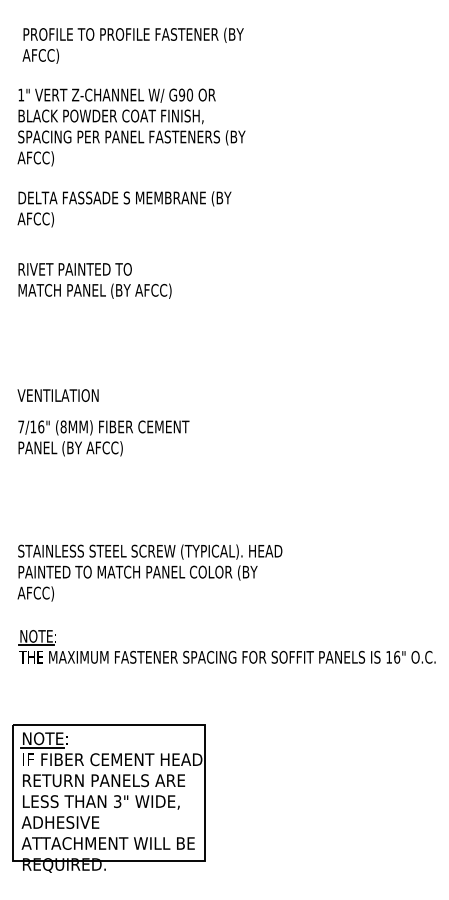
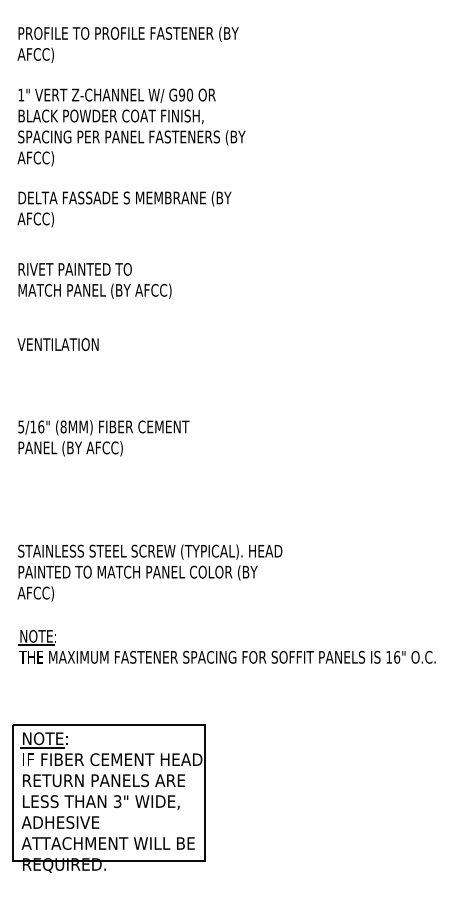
text at (132, 45) position: (132, 45) -> (127, 44)
text at (57, 395) position: (57, 395) -> (57, 344)
text at (21, 426): 7/16" -> 5/16"
